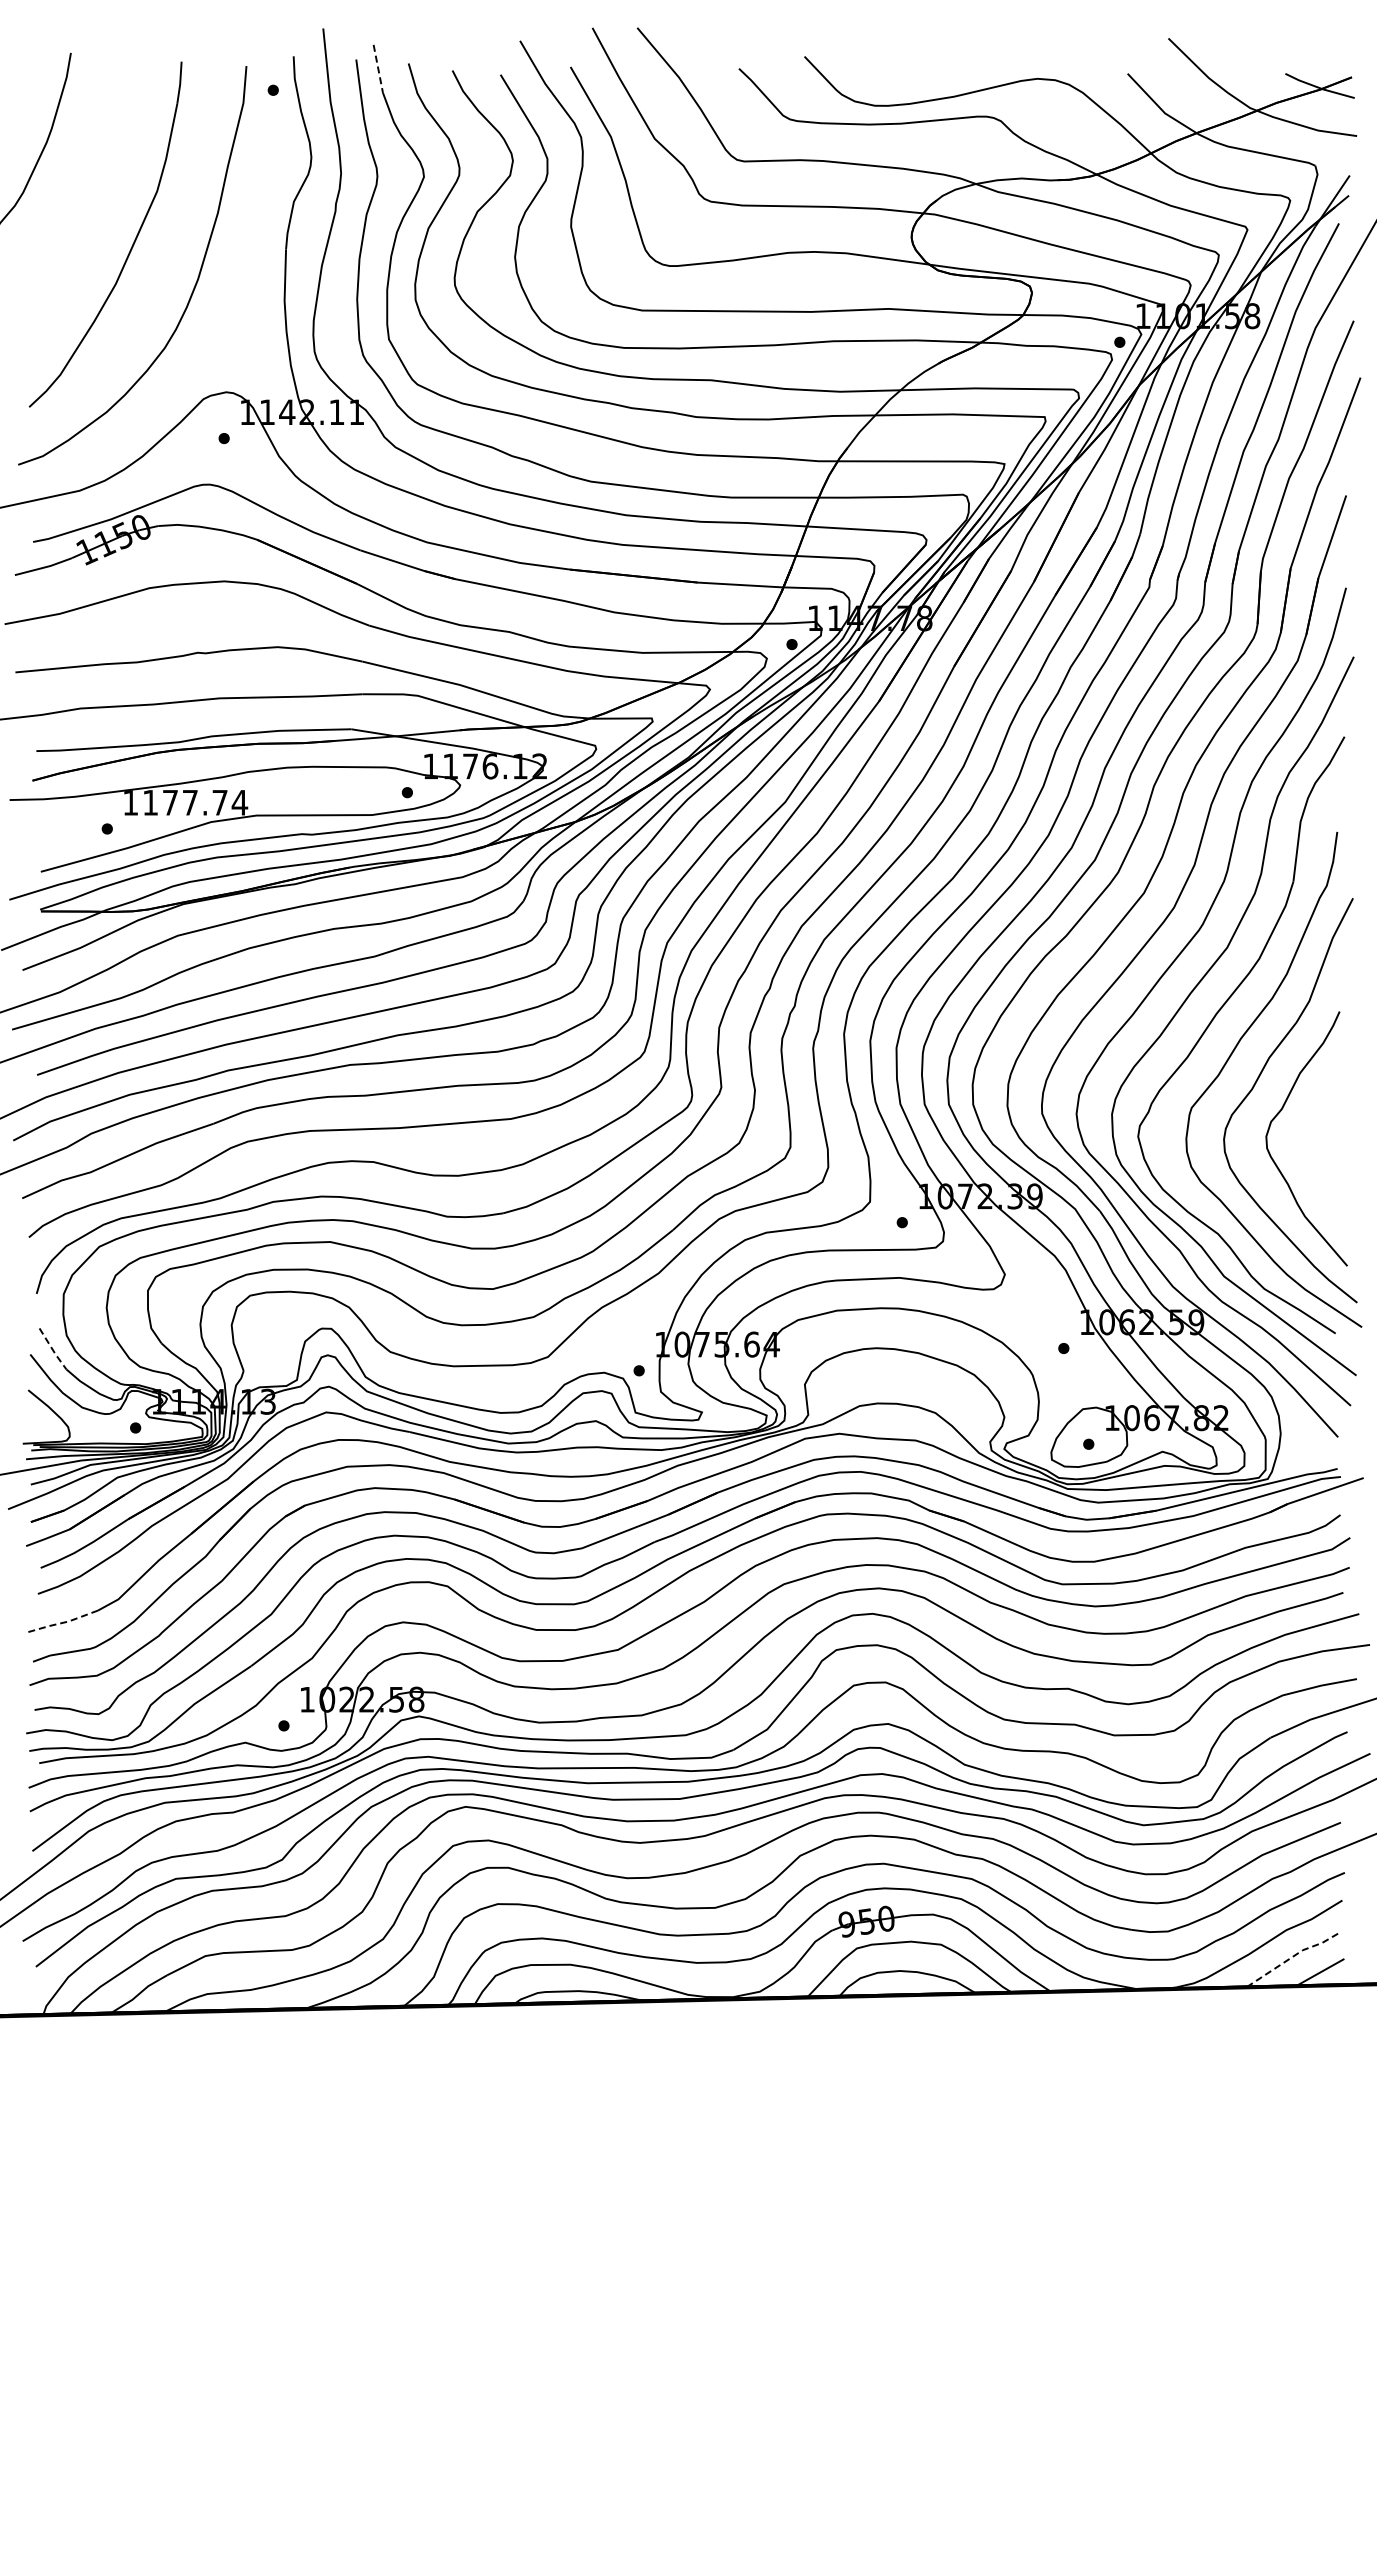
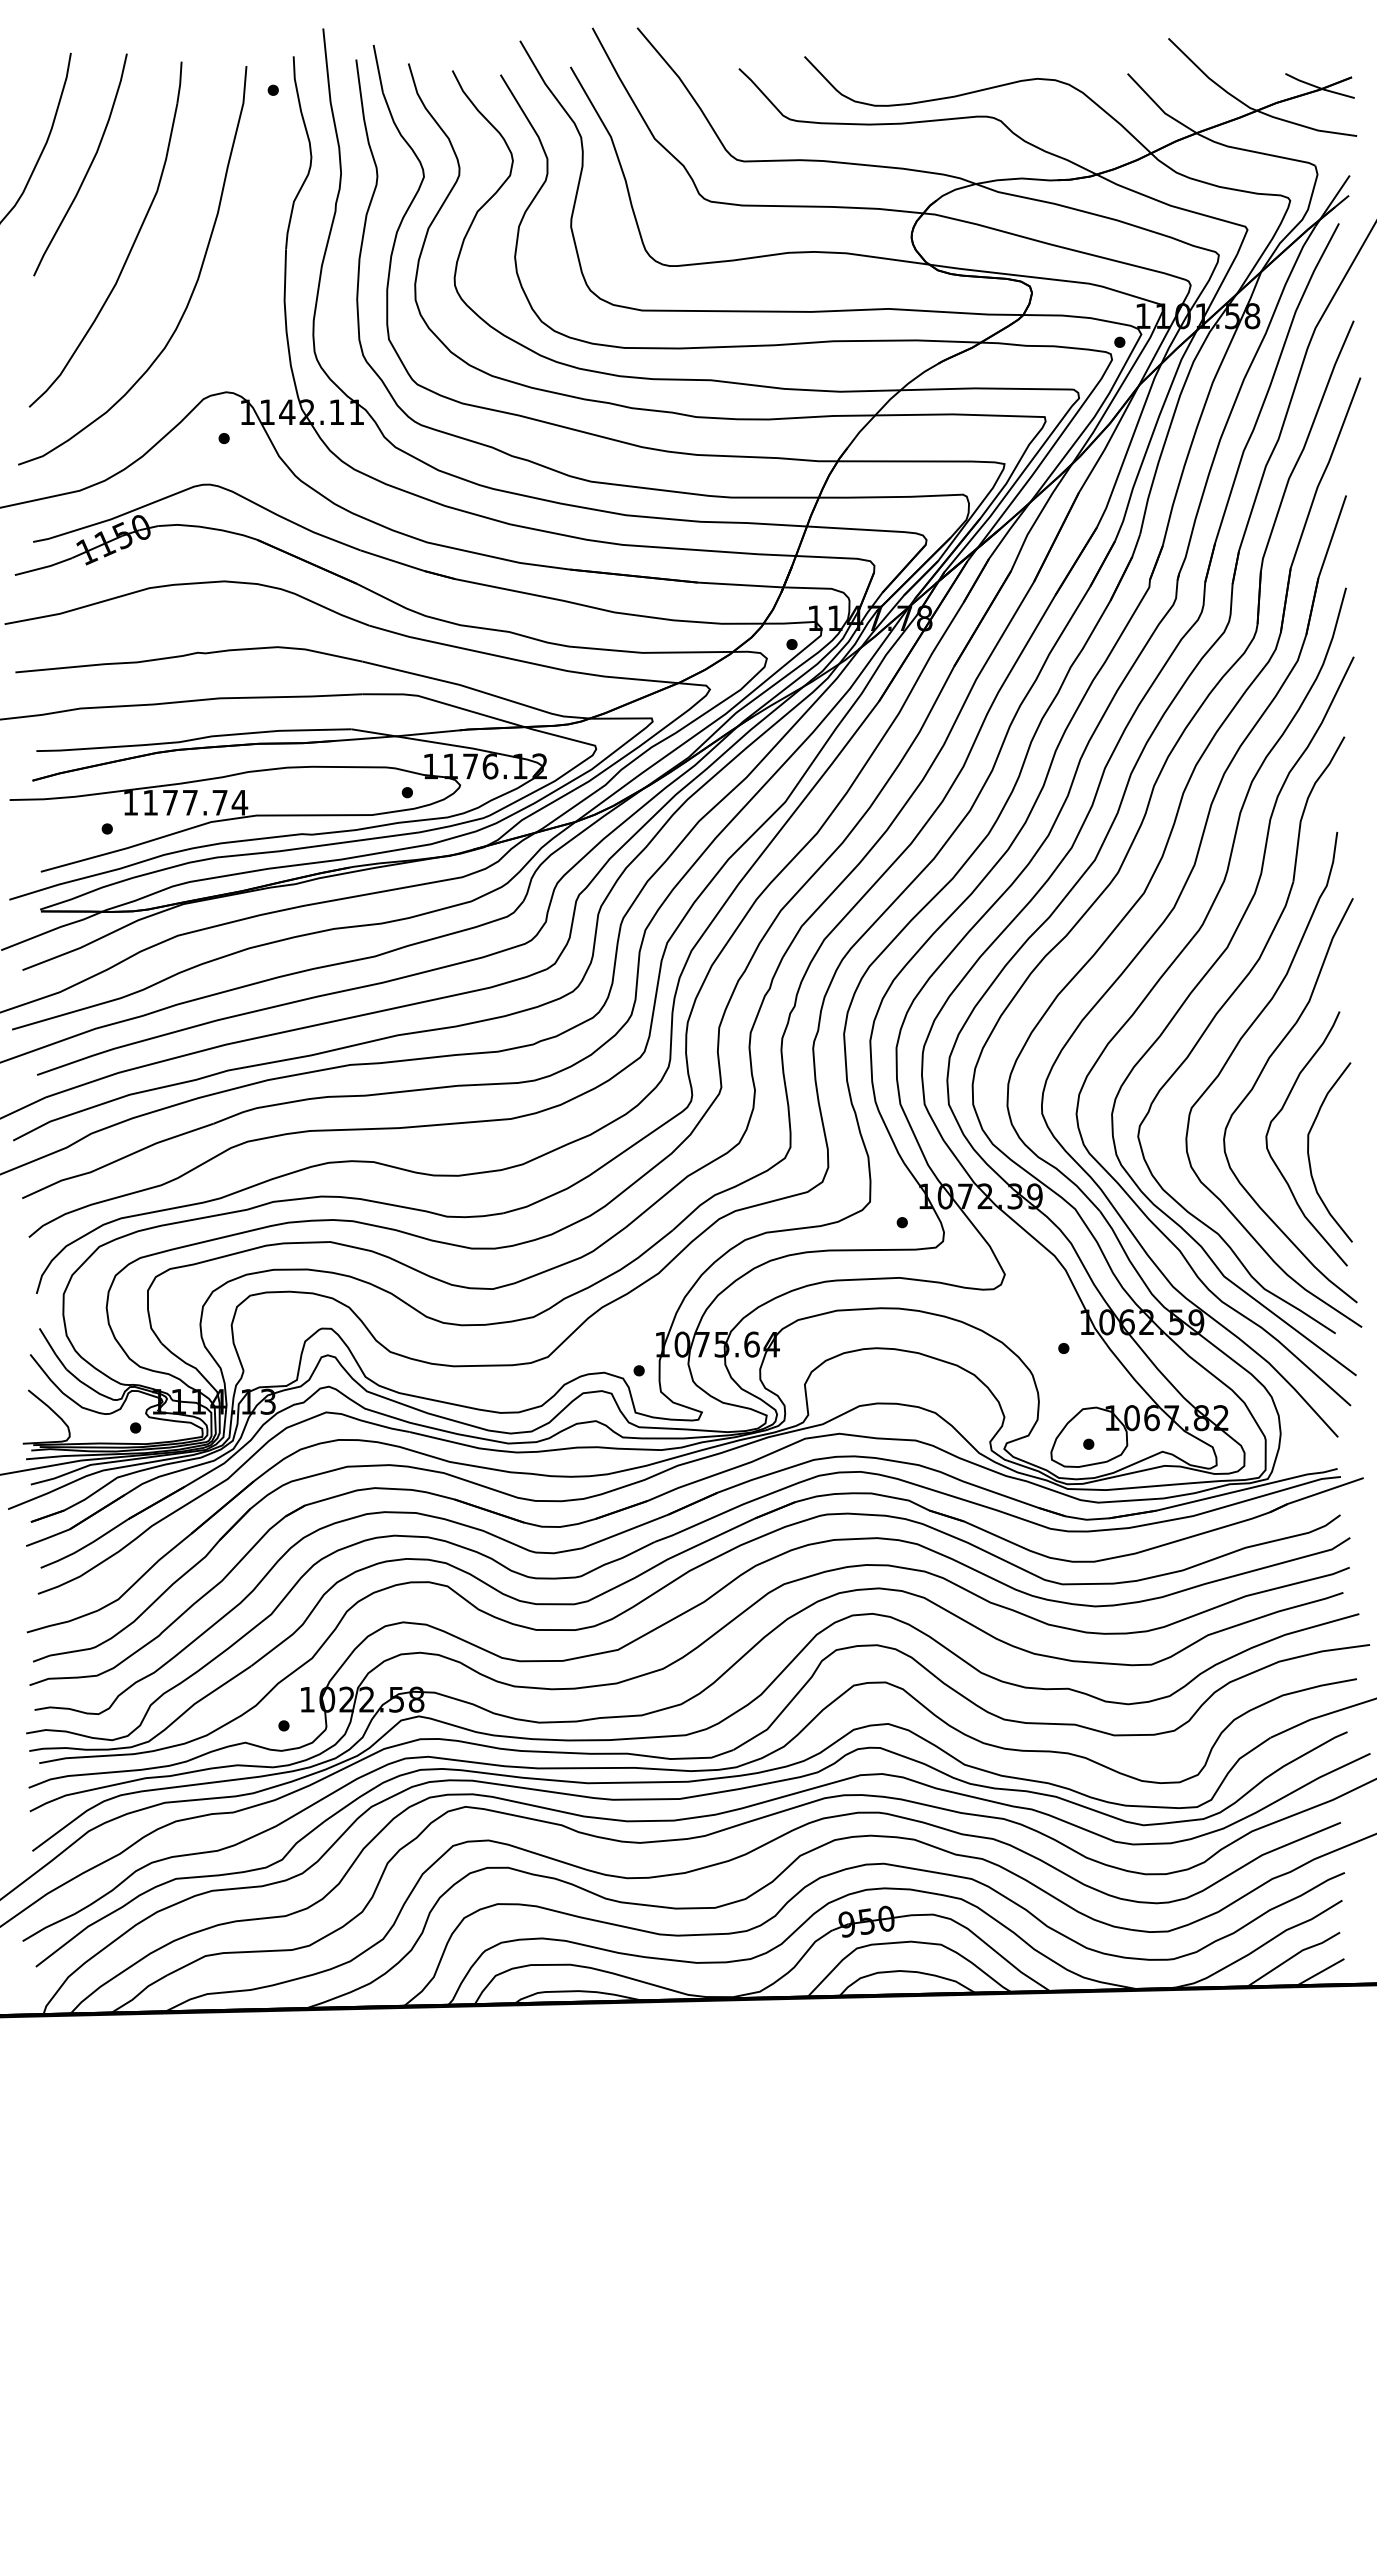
line at (378, 69): dashed -> solid
curve at (88, 167): none -> present
curve at (1309, 1153): none -> present
line at (53, 1350): dashed -> solid
line at (62, 1623): dashed -> solid
line at (1293, 1956): dashed -> solid
